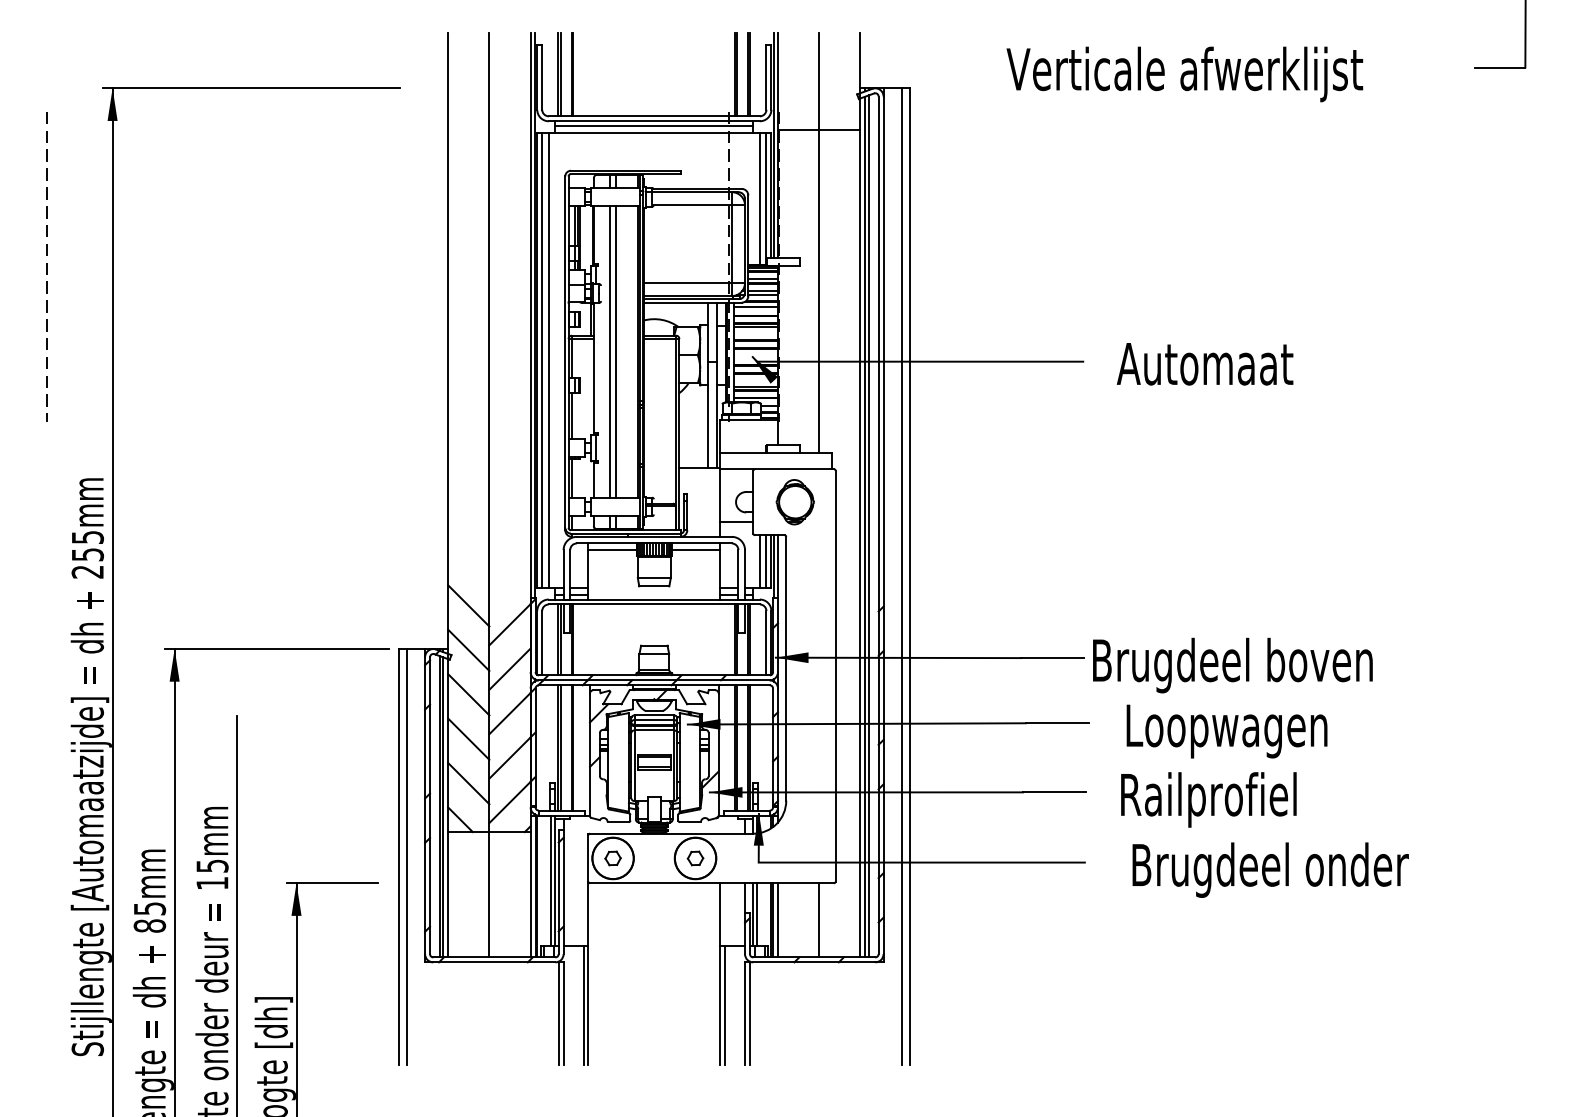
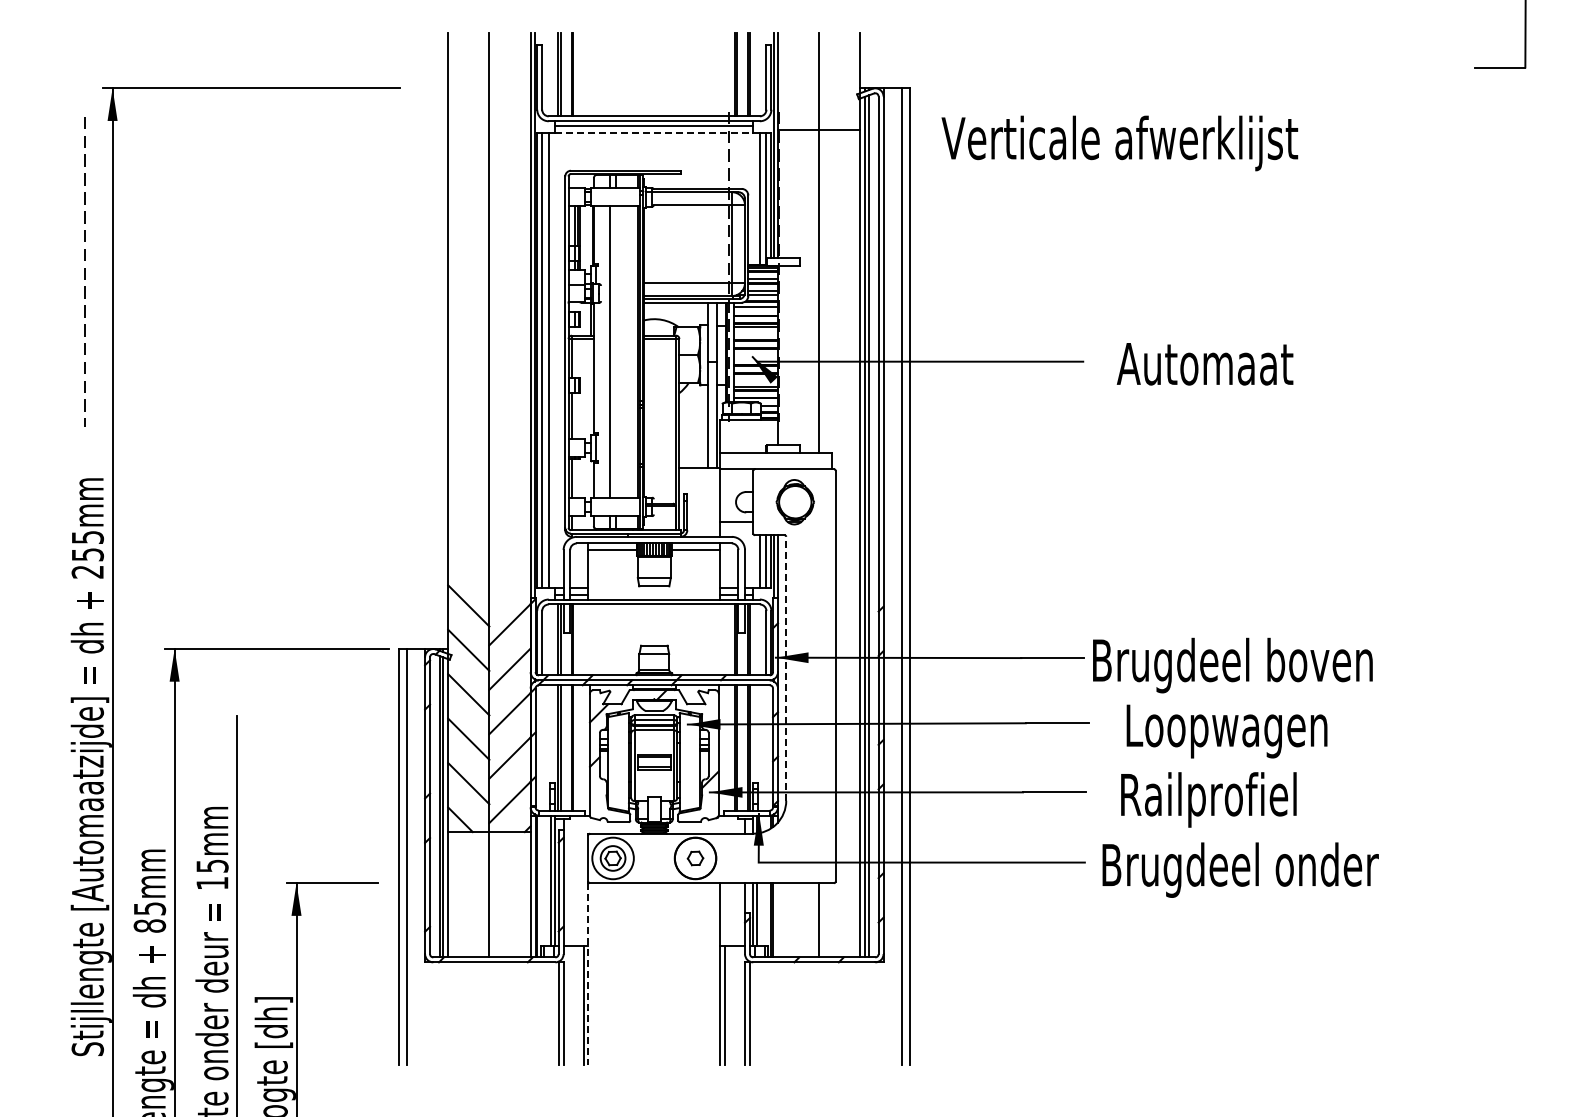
text at (1184, 74) position: (1184, 74) -> (1119, 143)
line at (654, 132): solid -> dashed
line at (46, 266) position: (46, 266) -> (84, 271)
line at (616, 352): present -> none
line at (786, 668): solid -> dashed
circle at (612, 858) diameter: 41 px -> 25 px
text at (1270, 869) position: (1270, 869) -> (1240, 869)
line at (778, 920): present -> none
line at (588, 974): solid -> dashed
